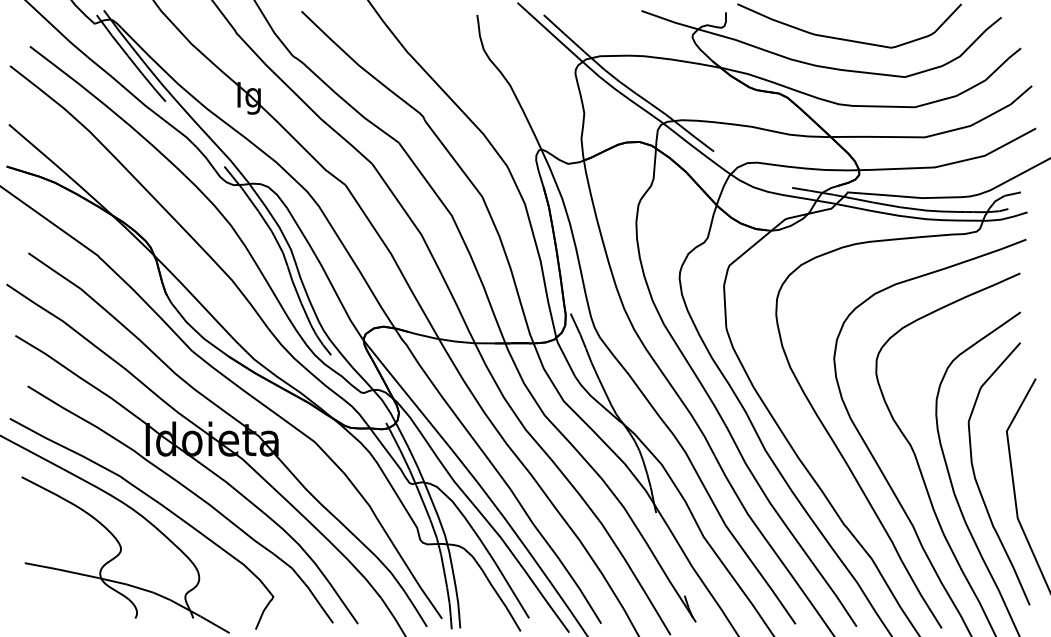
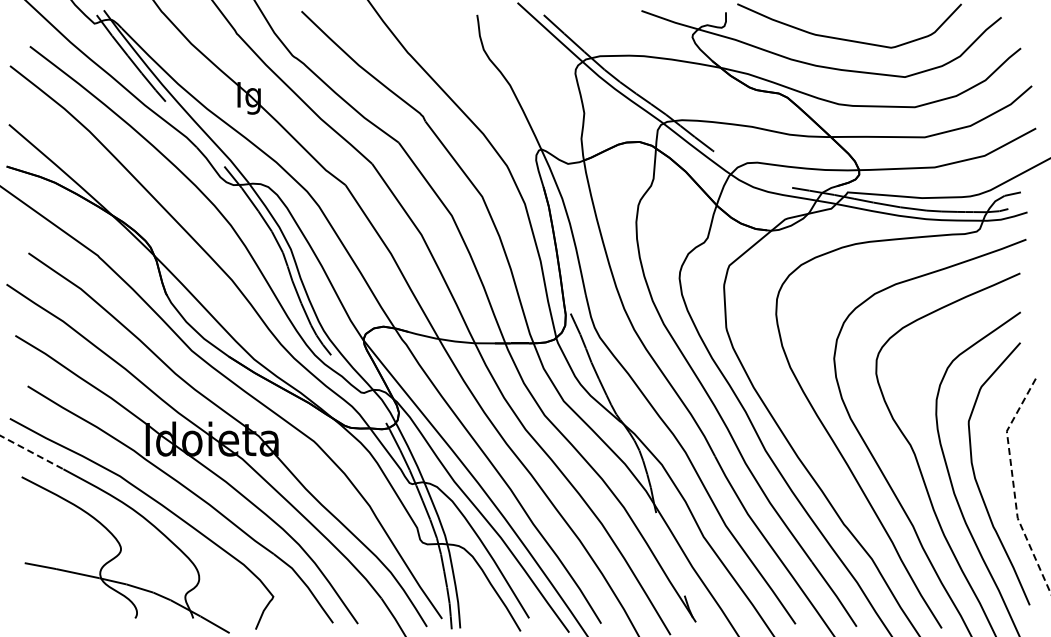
line at (32, 452): solid -> dashed
line at (1013, 485): solid -> dashed
